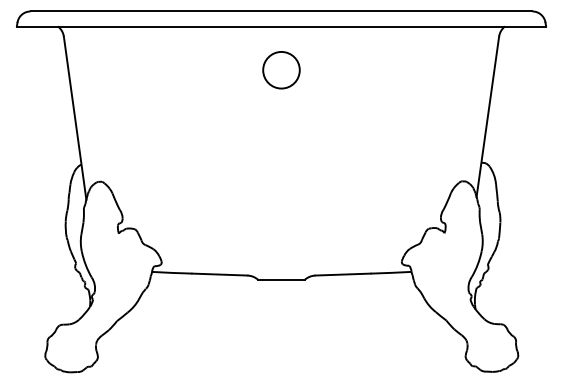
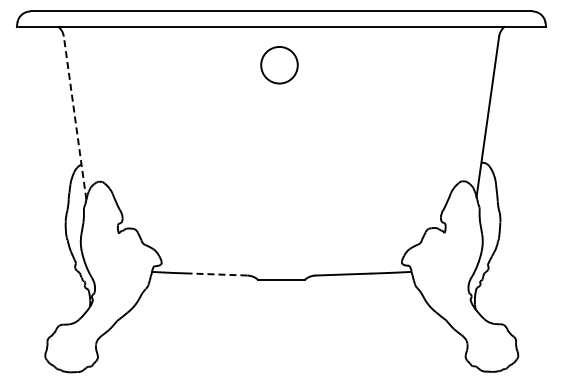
circle at (281, 70) position: (281, 70) -> (279, 65)
line at (75, 117): solid -> dashed
line at (219, 274): solid -> dashed
